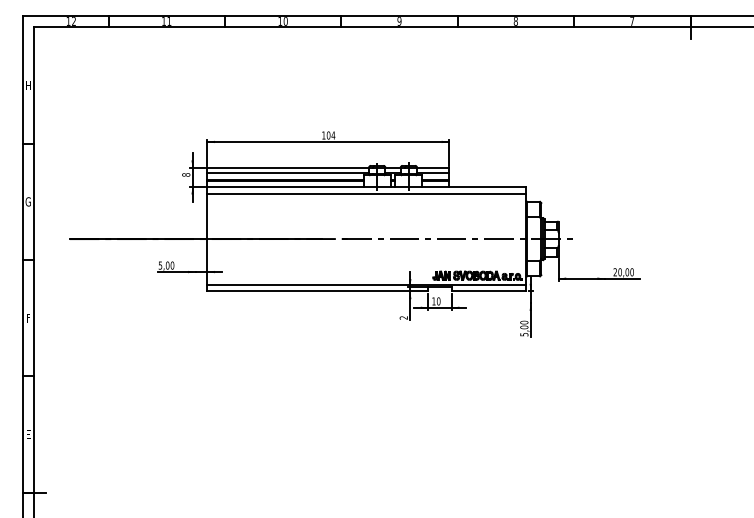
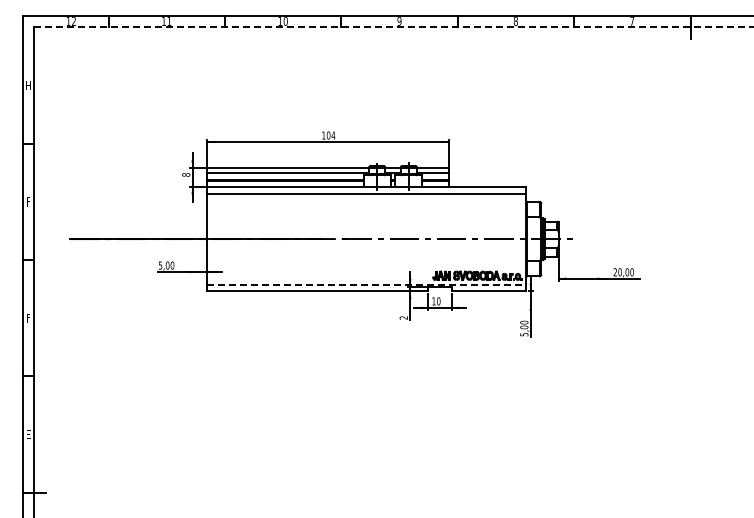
line at (394, 27): solid -> dashed
text at (27, 201): G -> F
line at (367, 284): solid -> dashed
